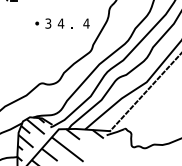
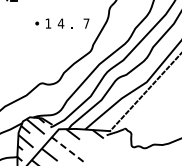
text at (48, 23): 3 -> 1
text at (86, 23): 4 -> 7
line at (68, 149): solid -> dashed
